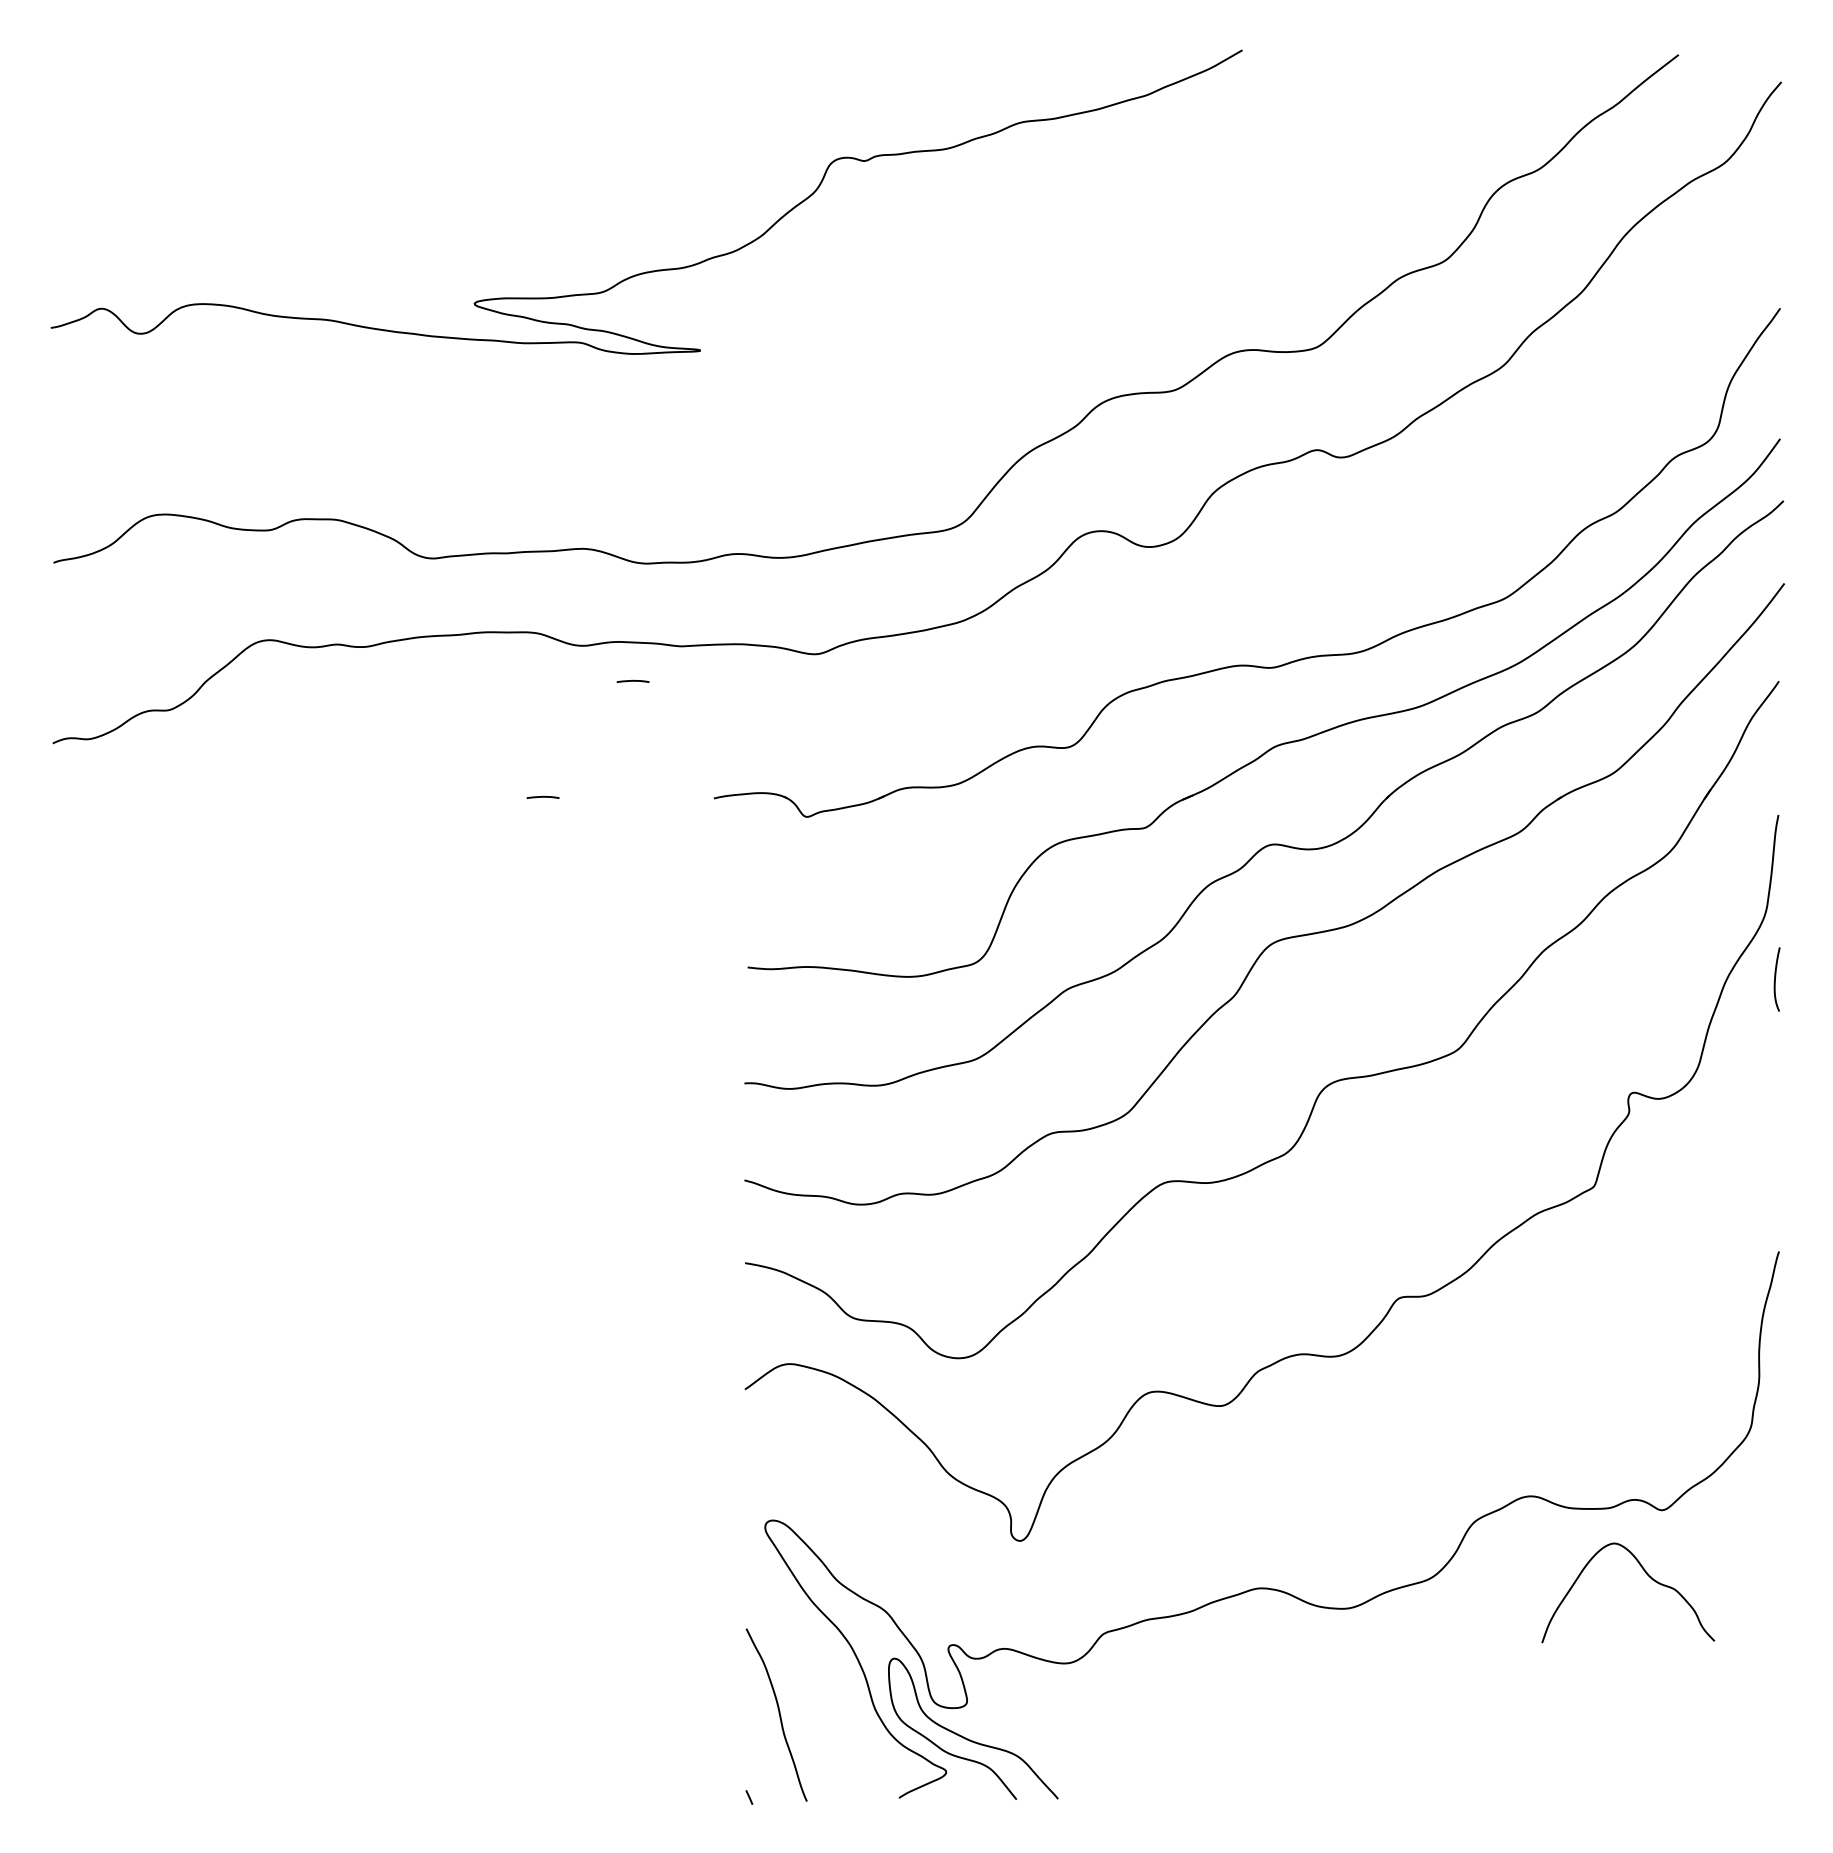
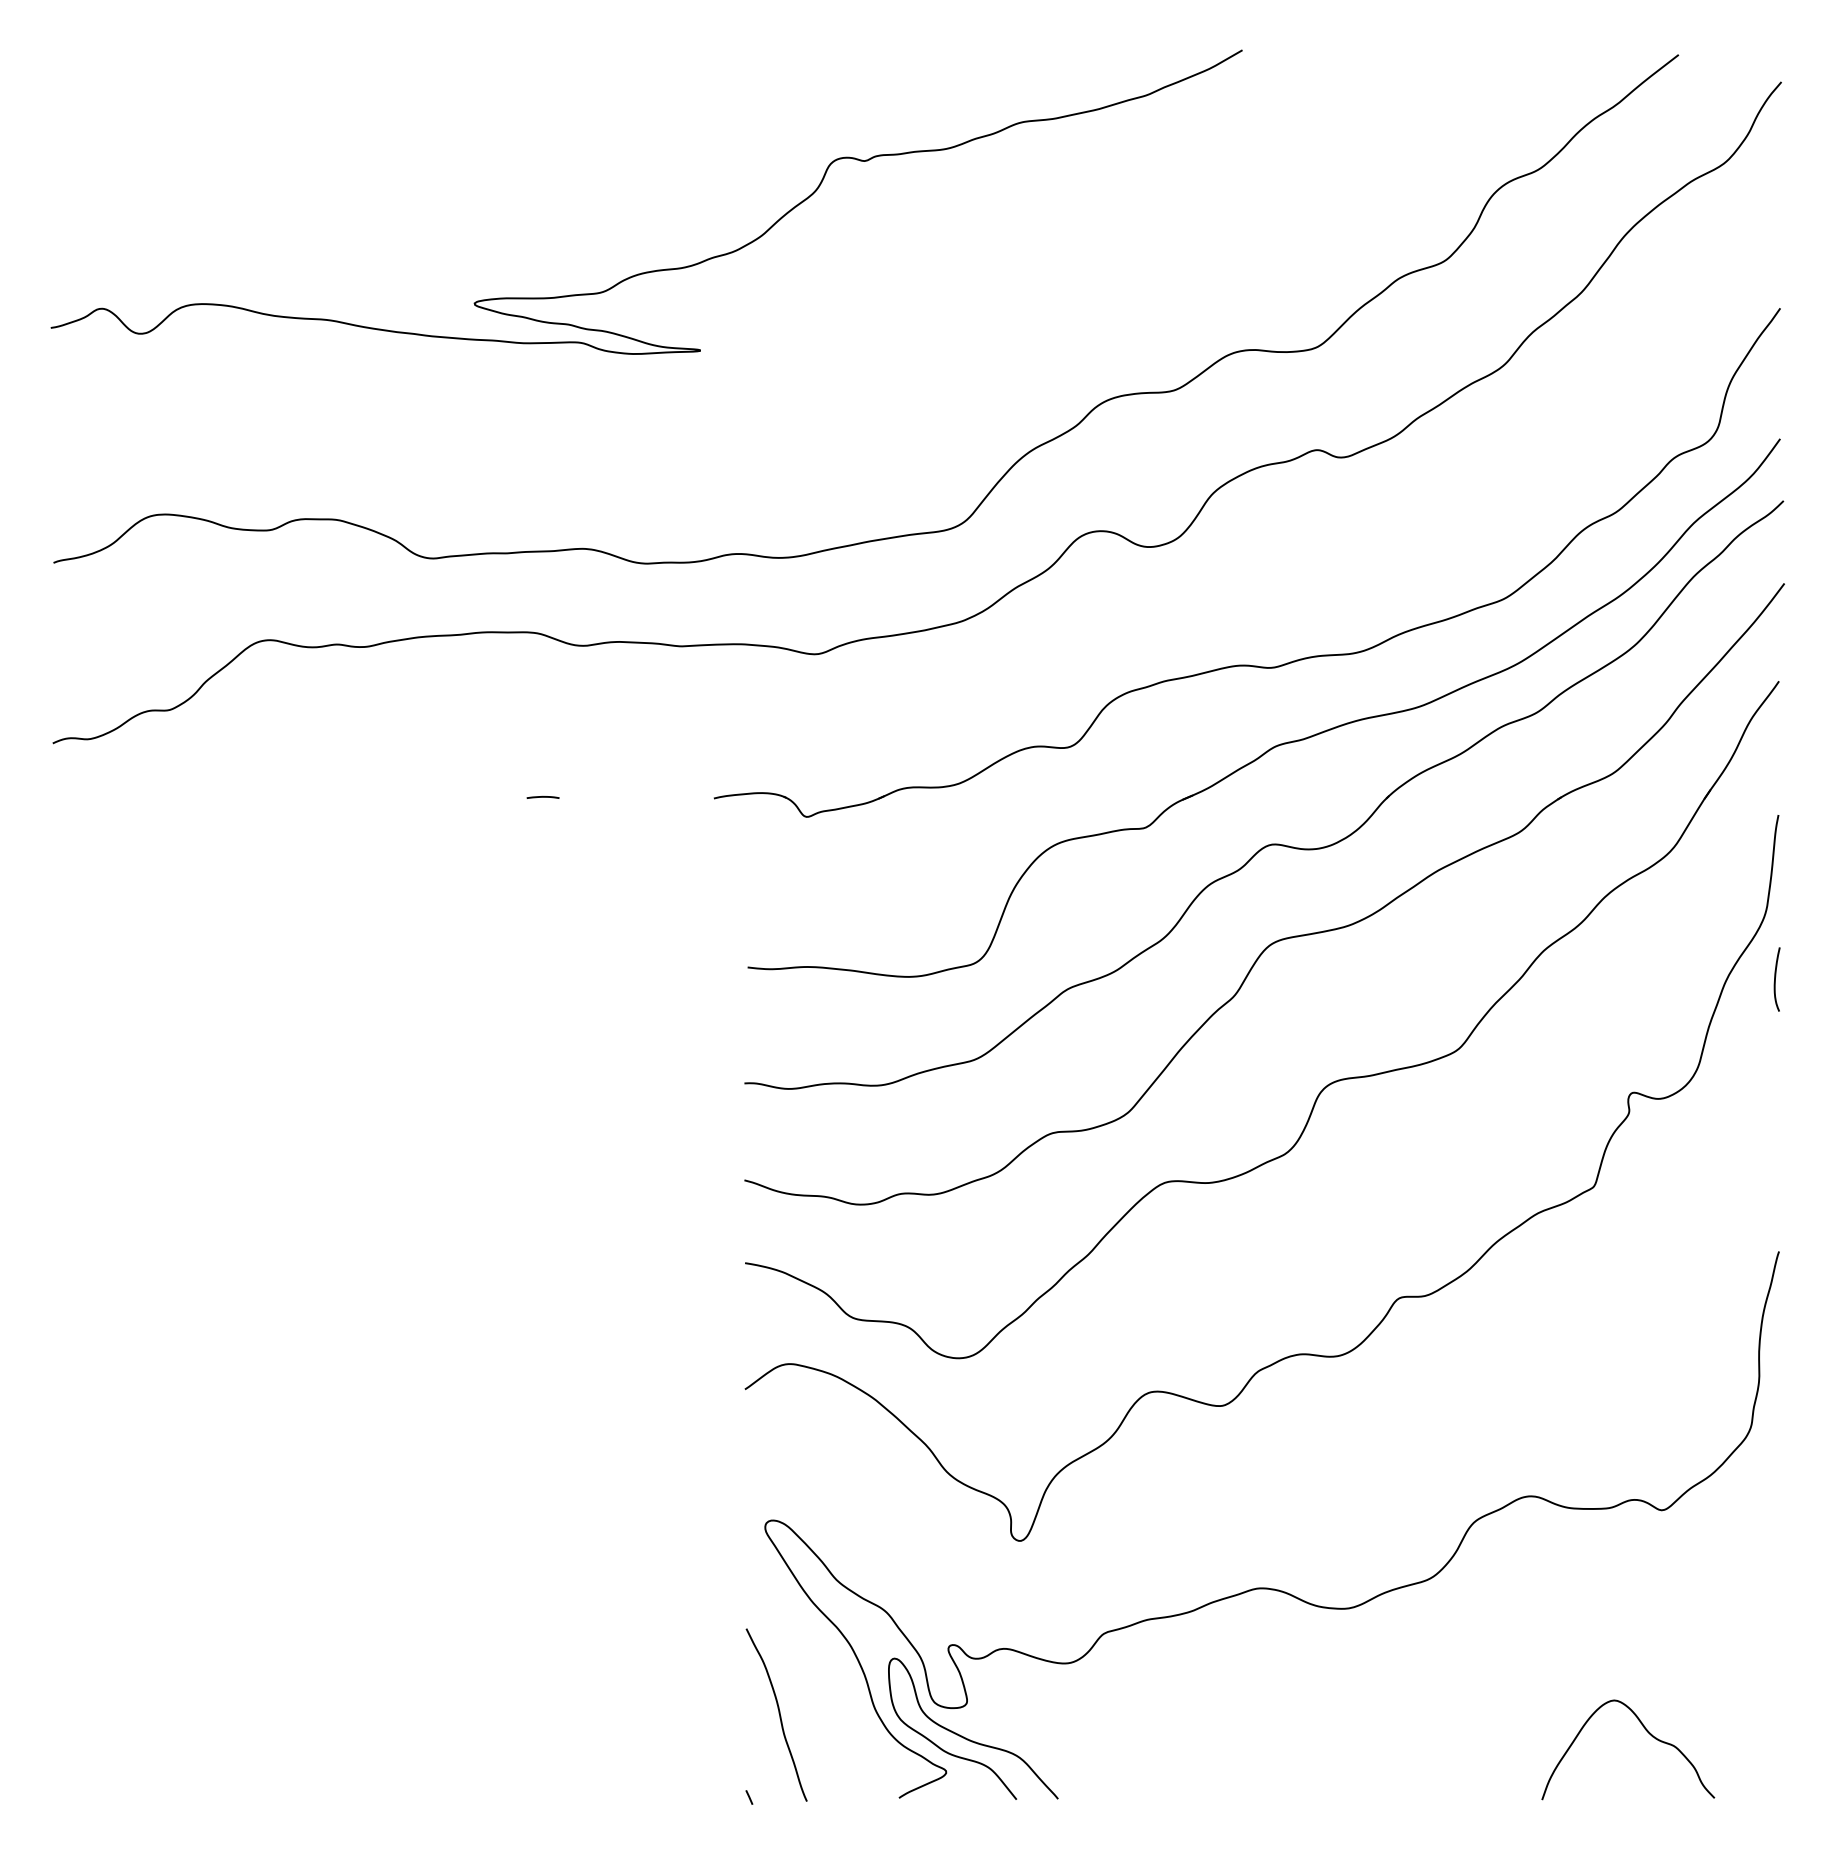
curve at (632, 680): present -> none
curve at (1646, 1574) position: (1646, 1574) -> (1646, 1731)
